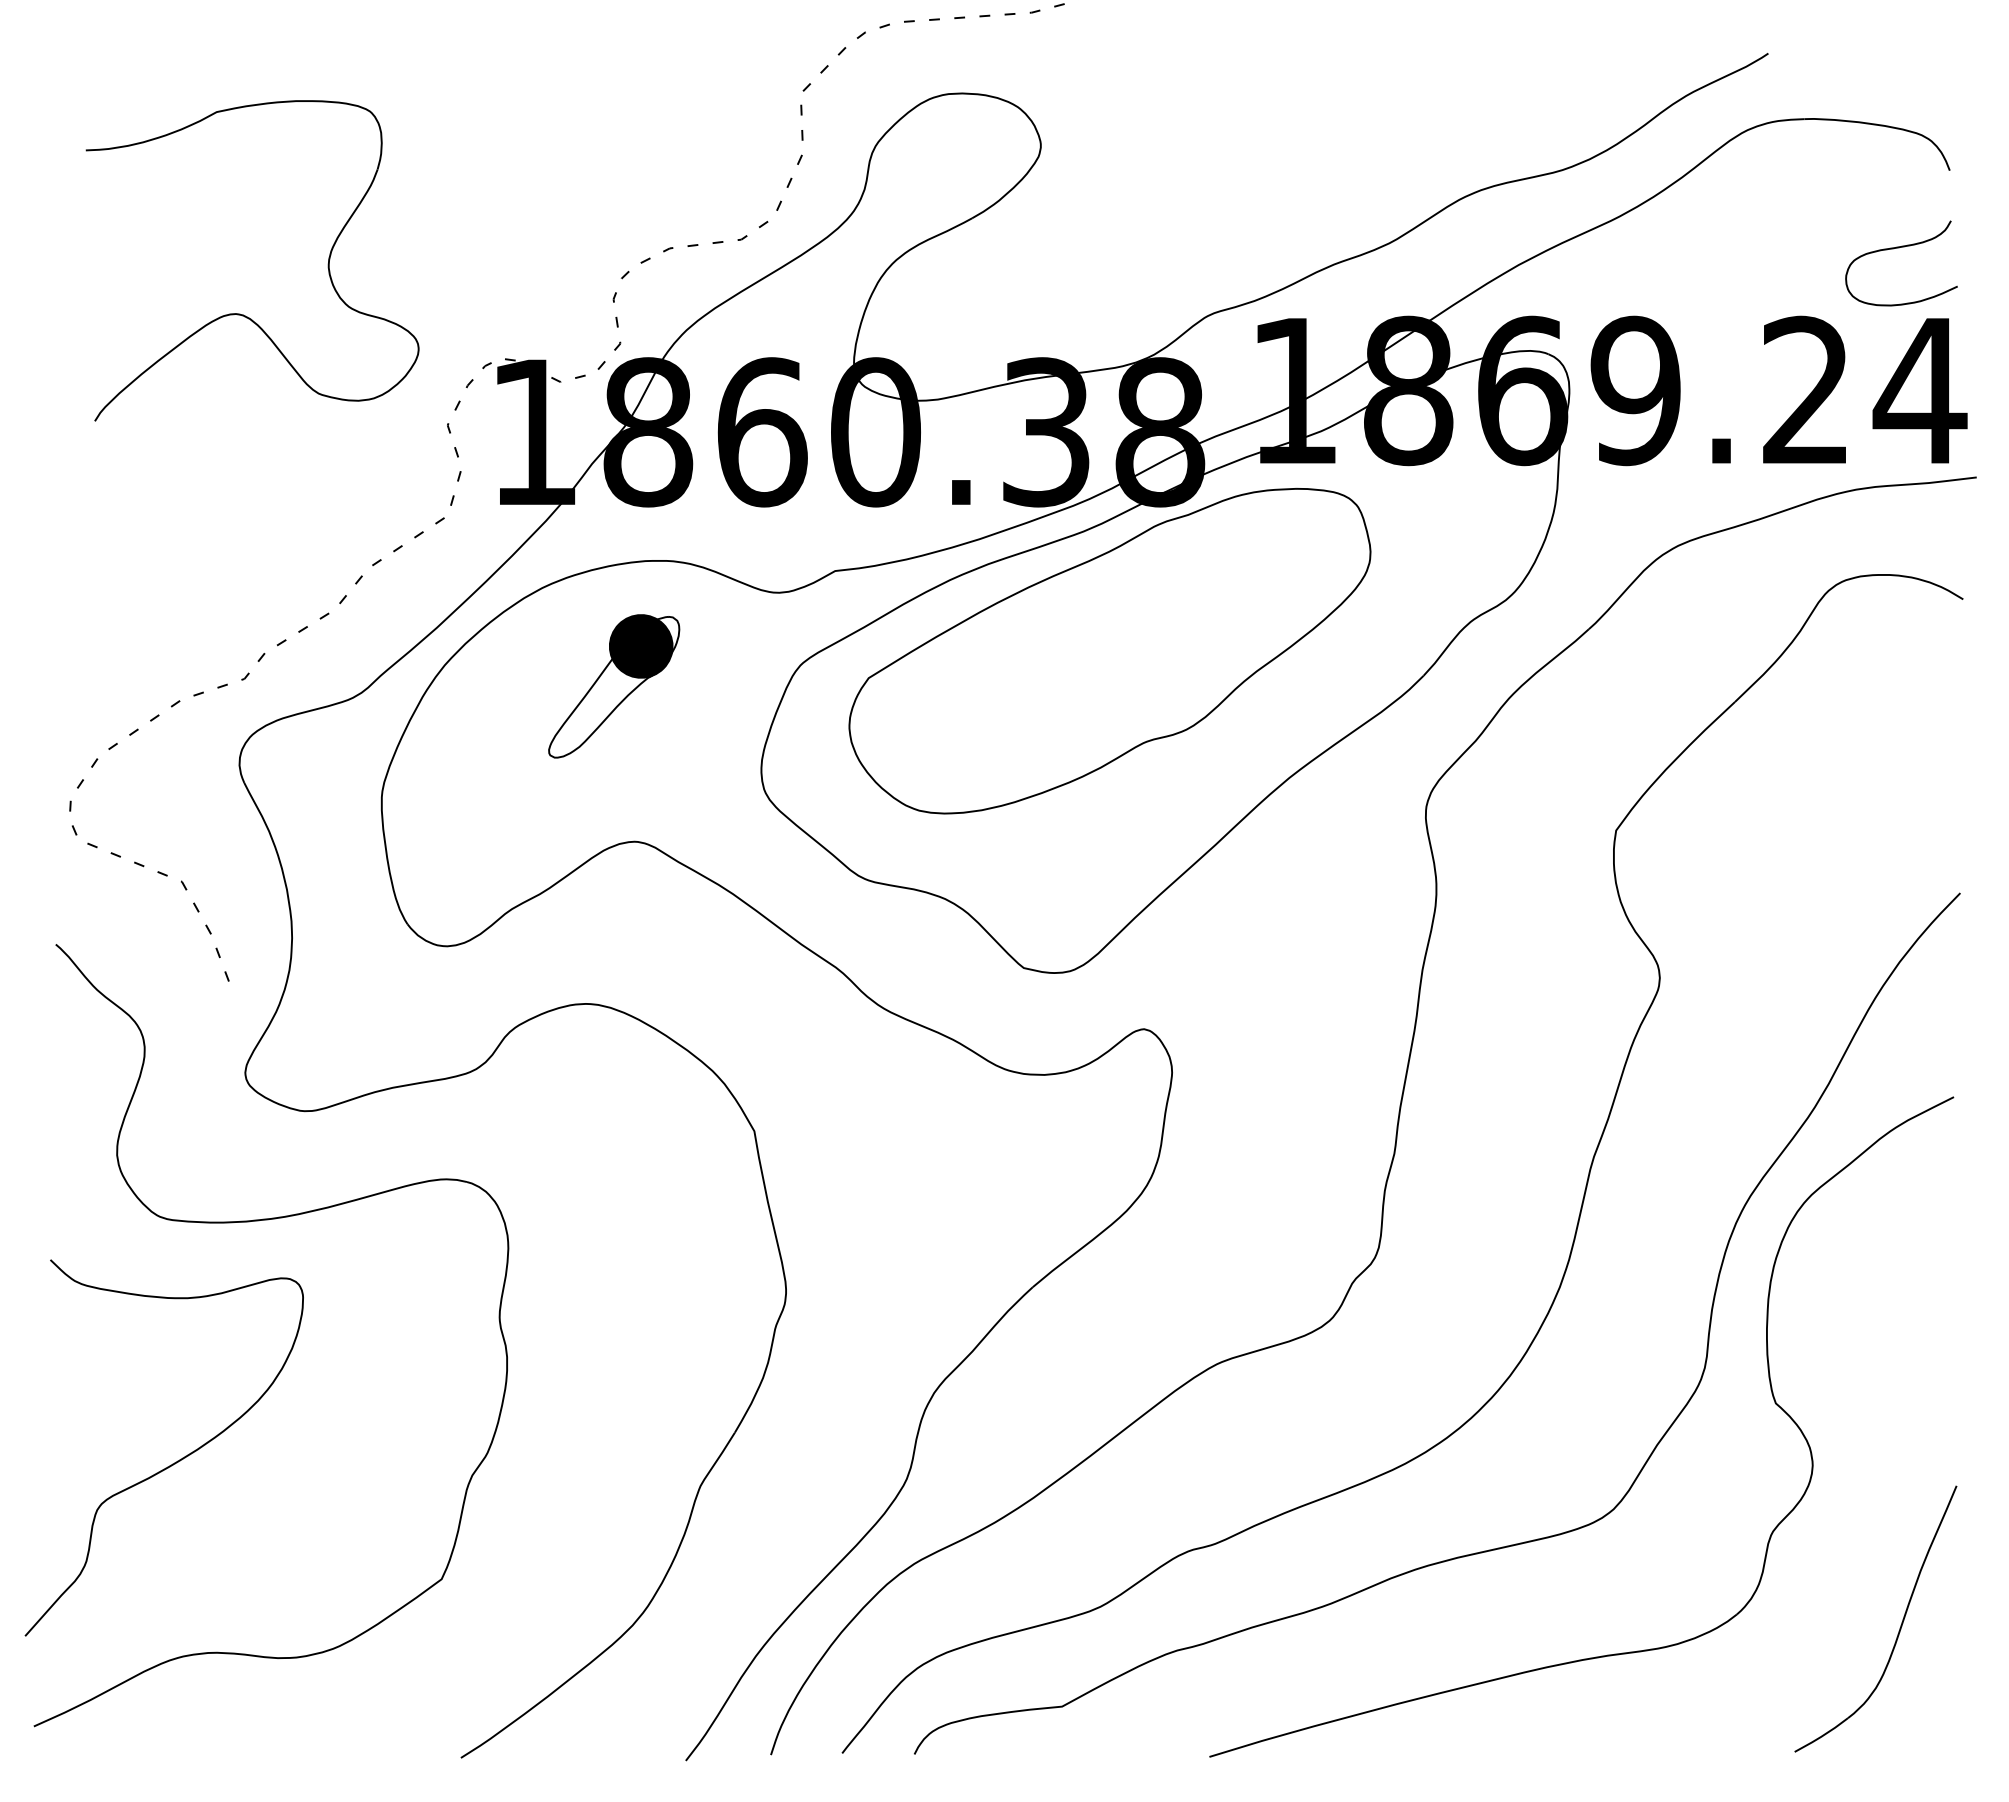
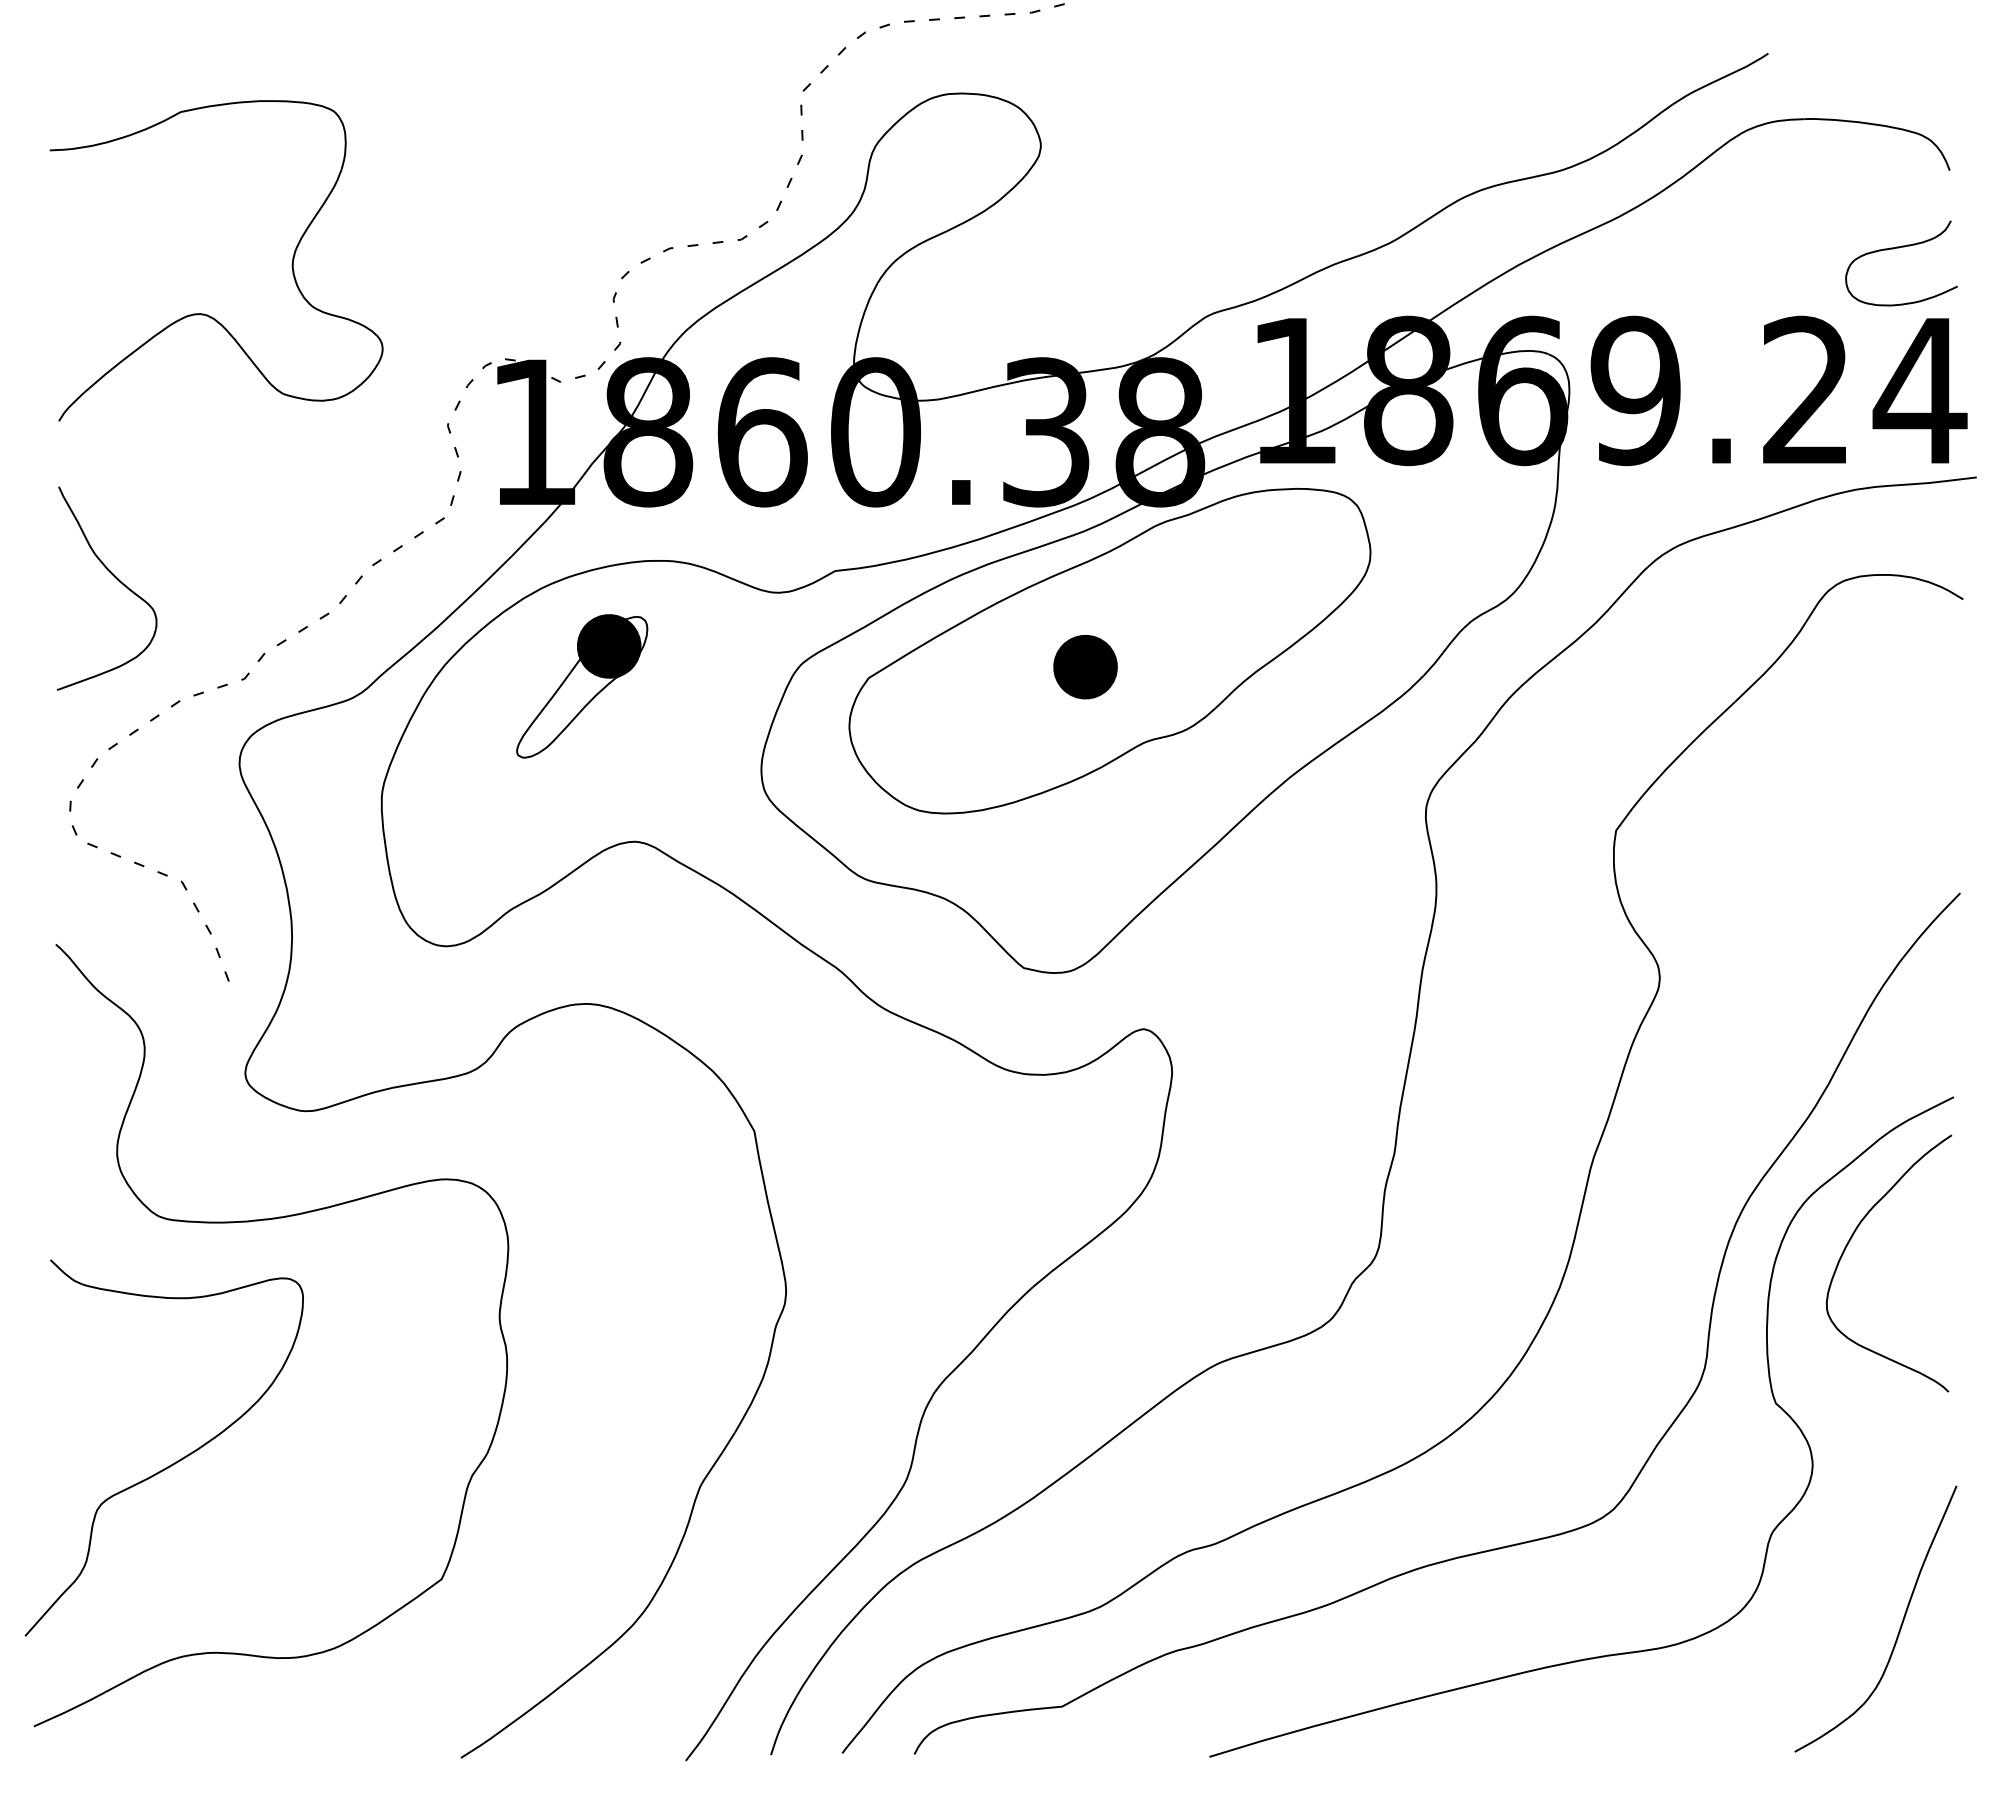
part at (240, 313) position: (240, 313) -> (204, 313)
part at (116, 579): none -> present
part at (1085, 667): none -> present
part at (614, 686) position: (614, 686) -> (582, 686)
curve at (1850, 1241): none -> present
